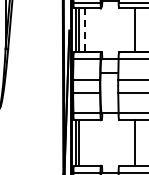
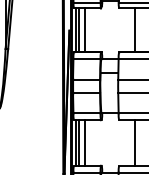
line at (85, 30): dashed -> solid
line at (85, 142): none -> present
